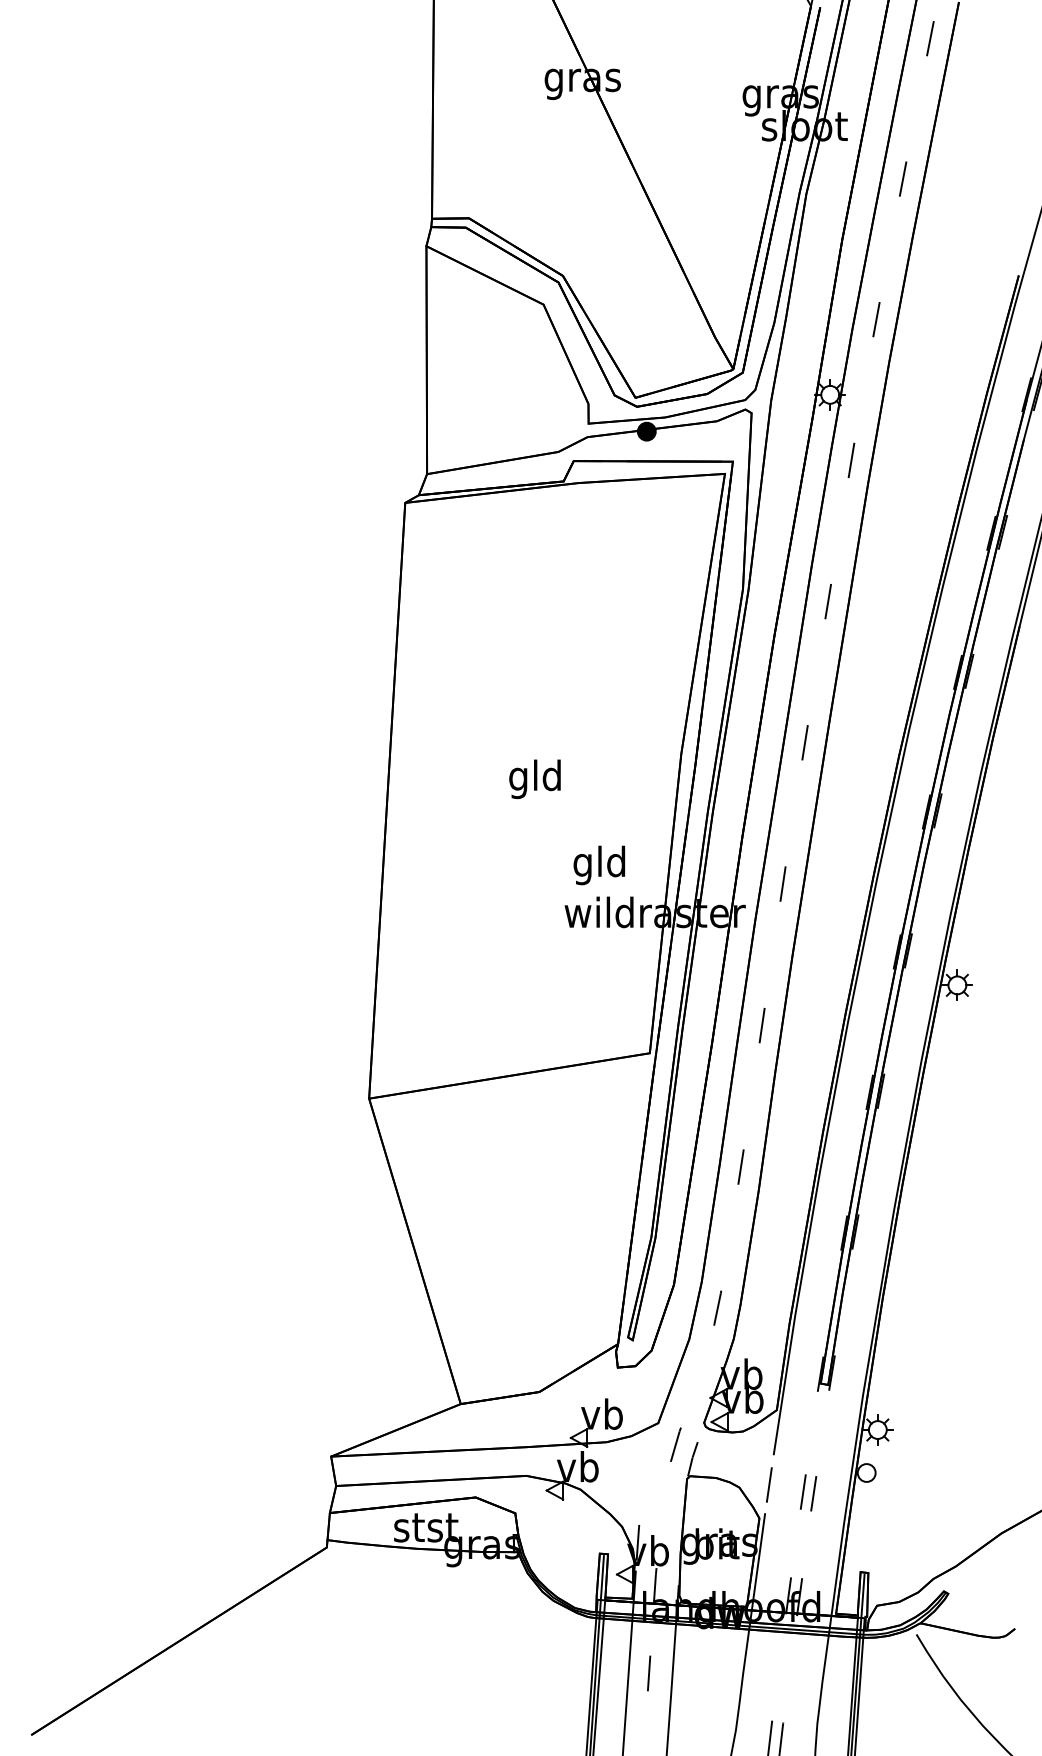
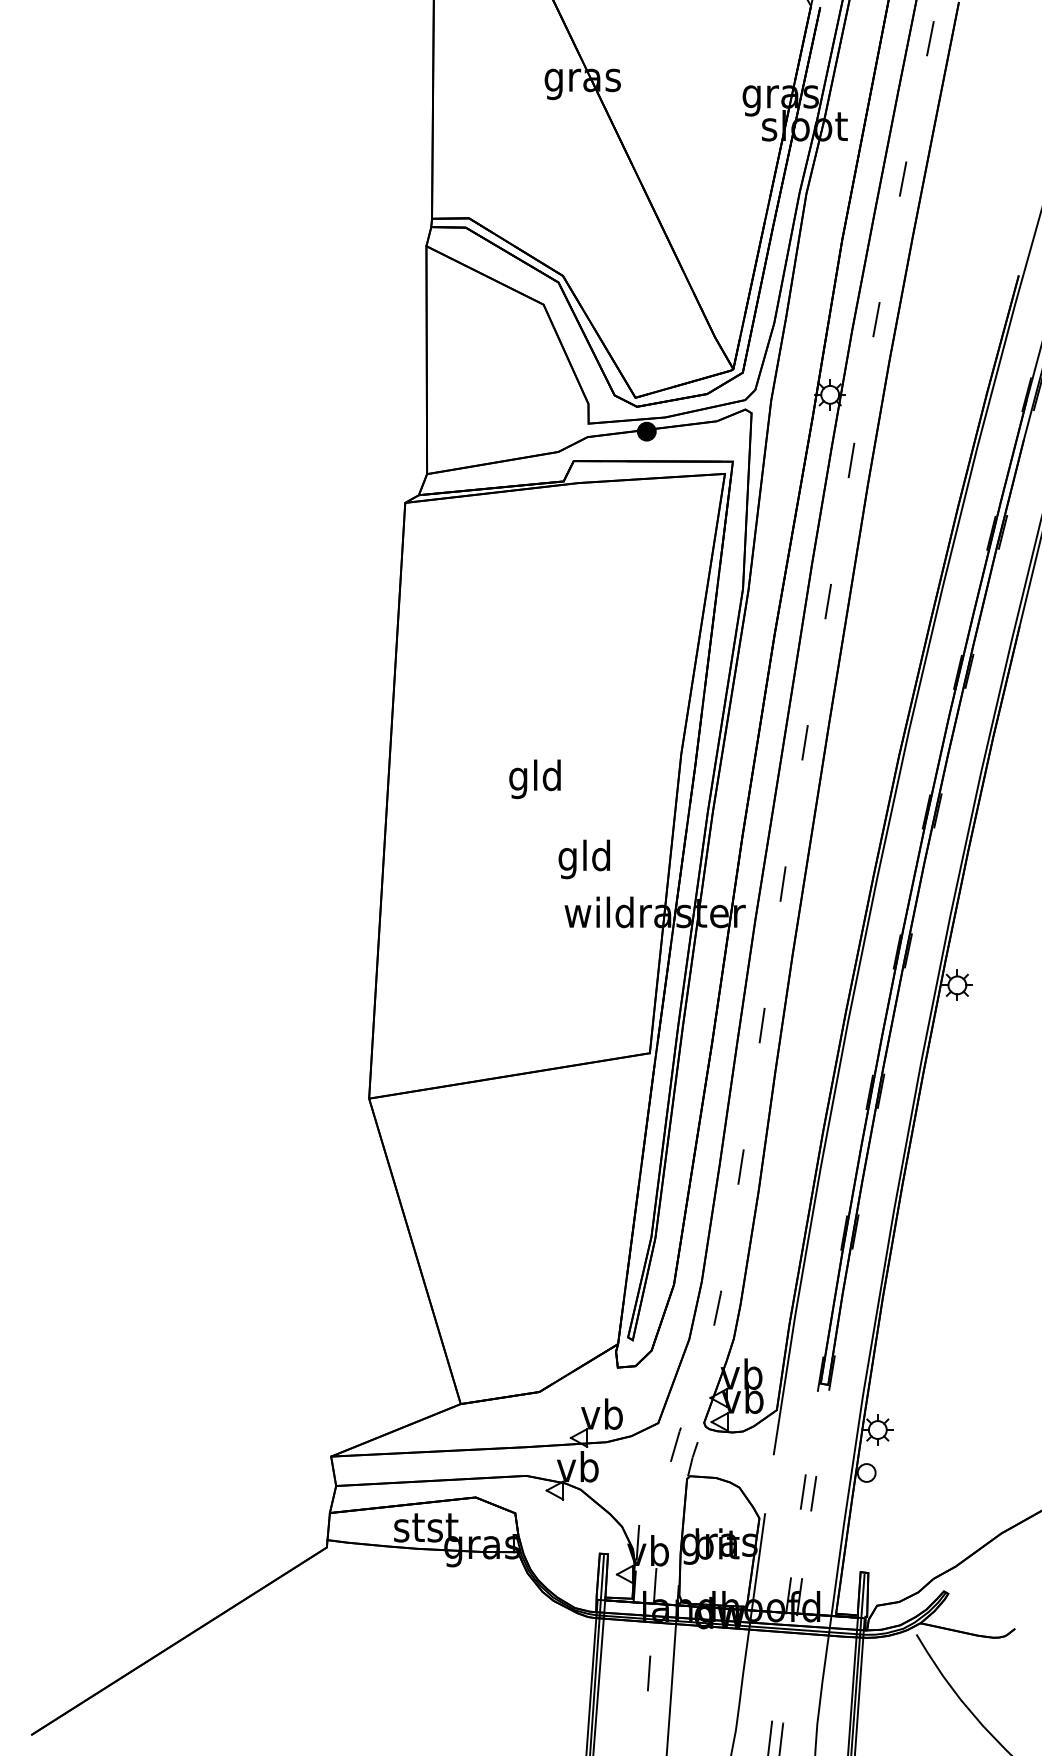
text at (598, 865) position: (598, 865) -> (583, 859)
line at (768, 1484): present -> none
line at (628, 1677): present -> none
